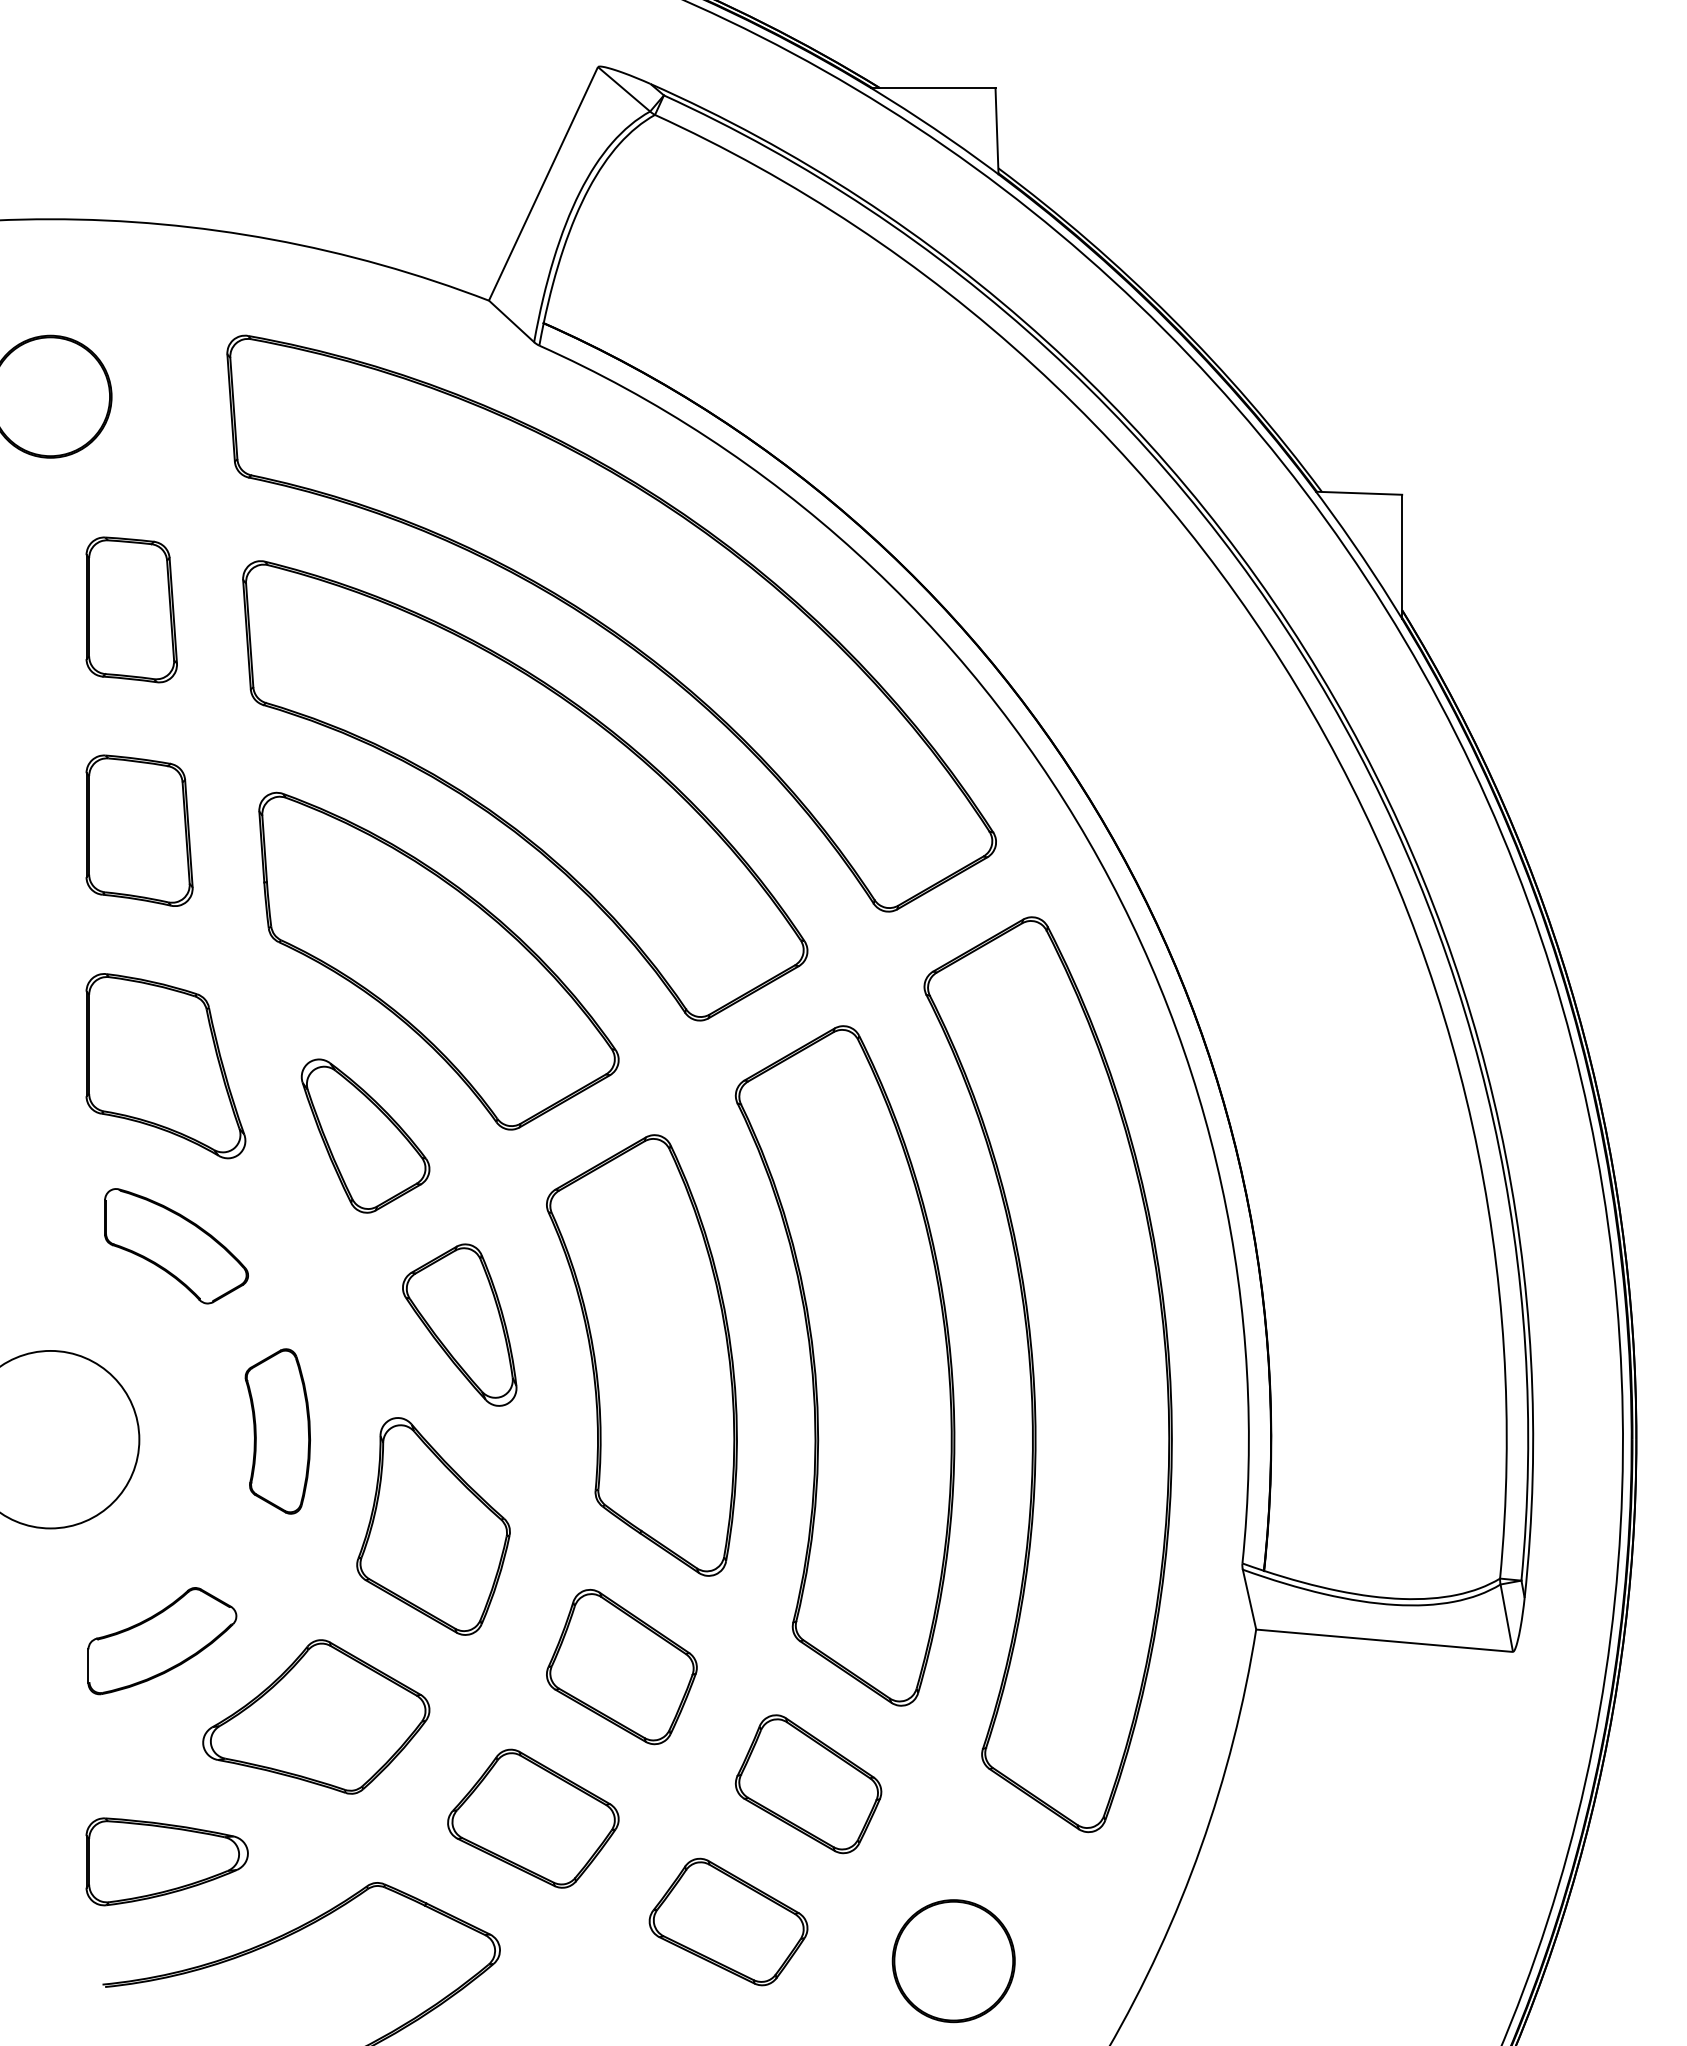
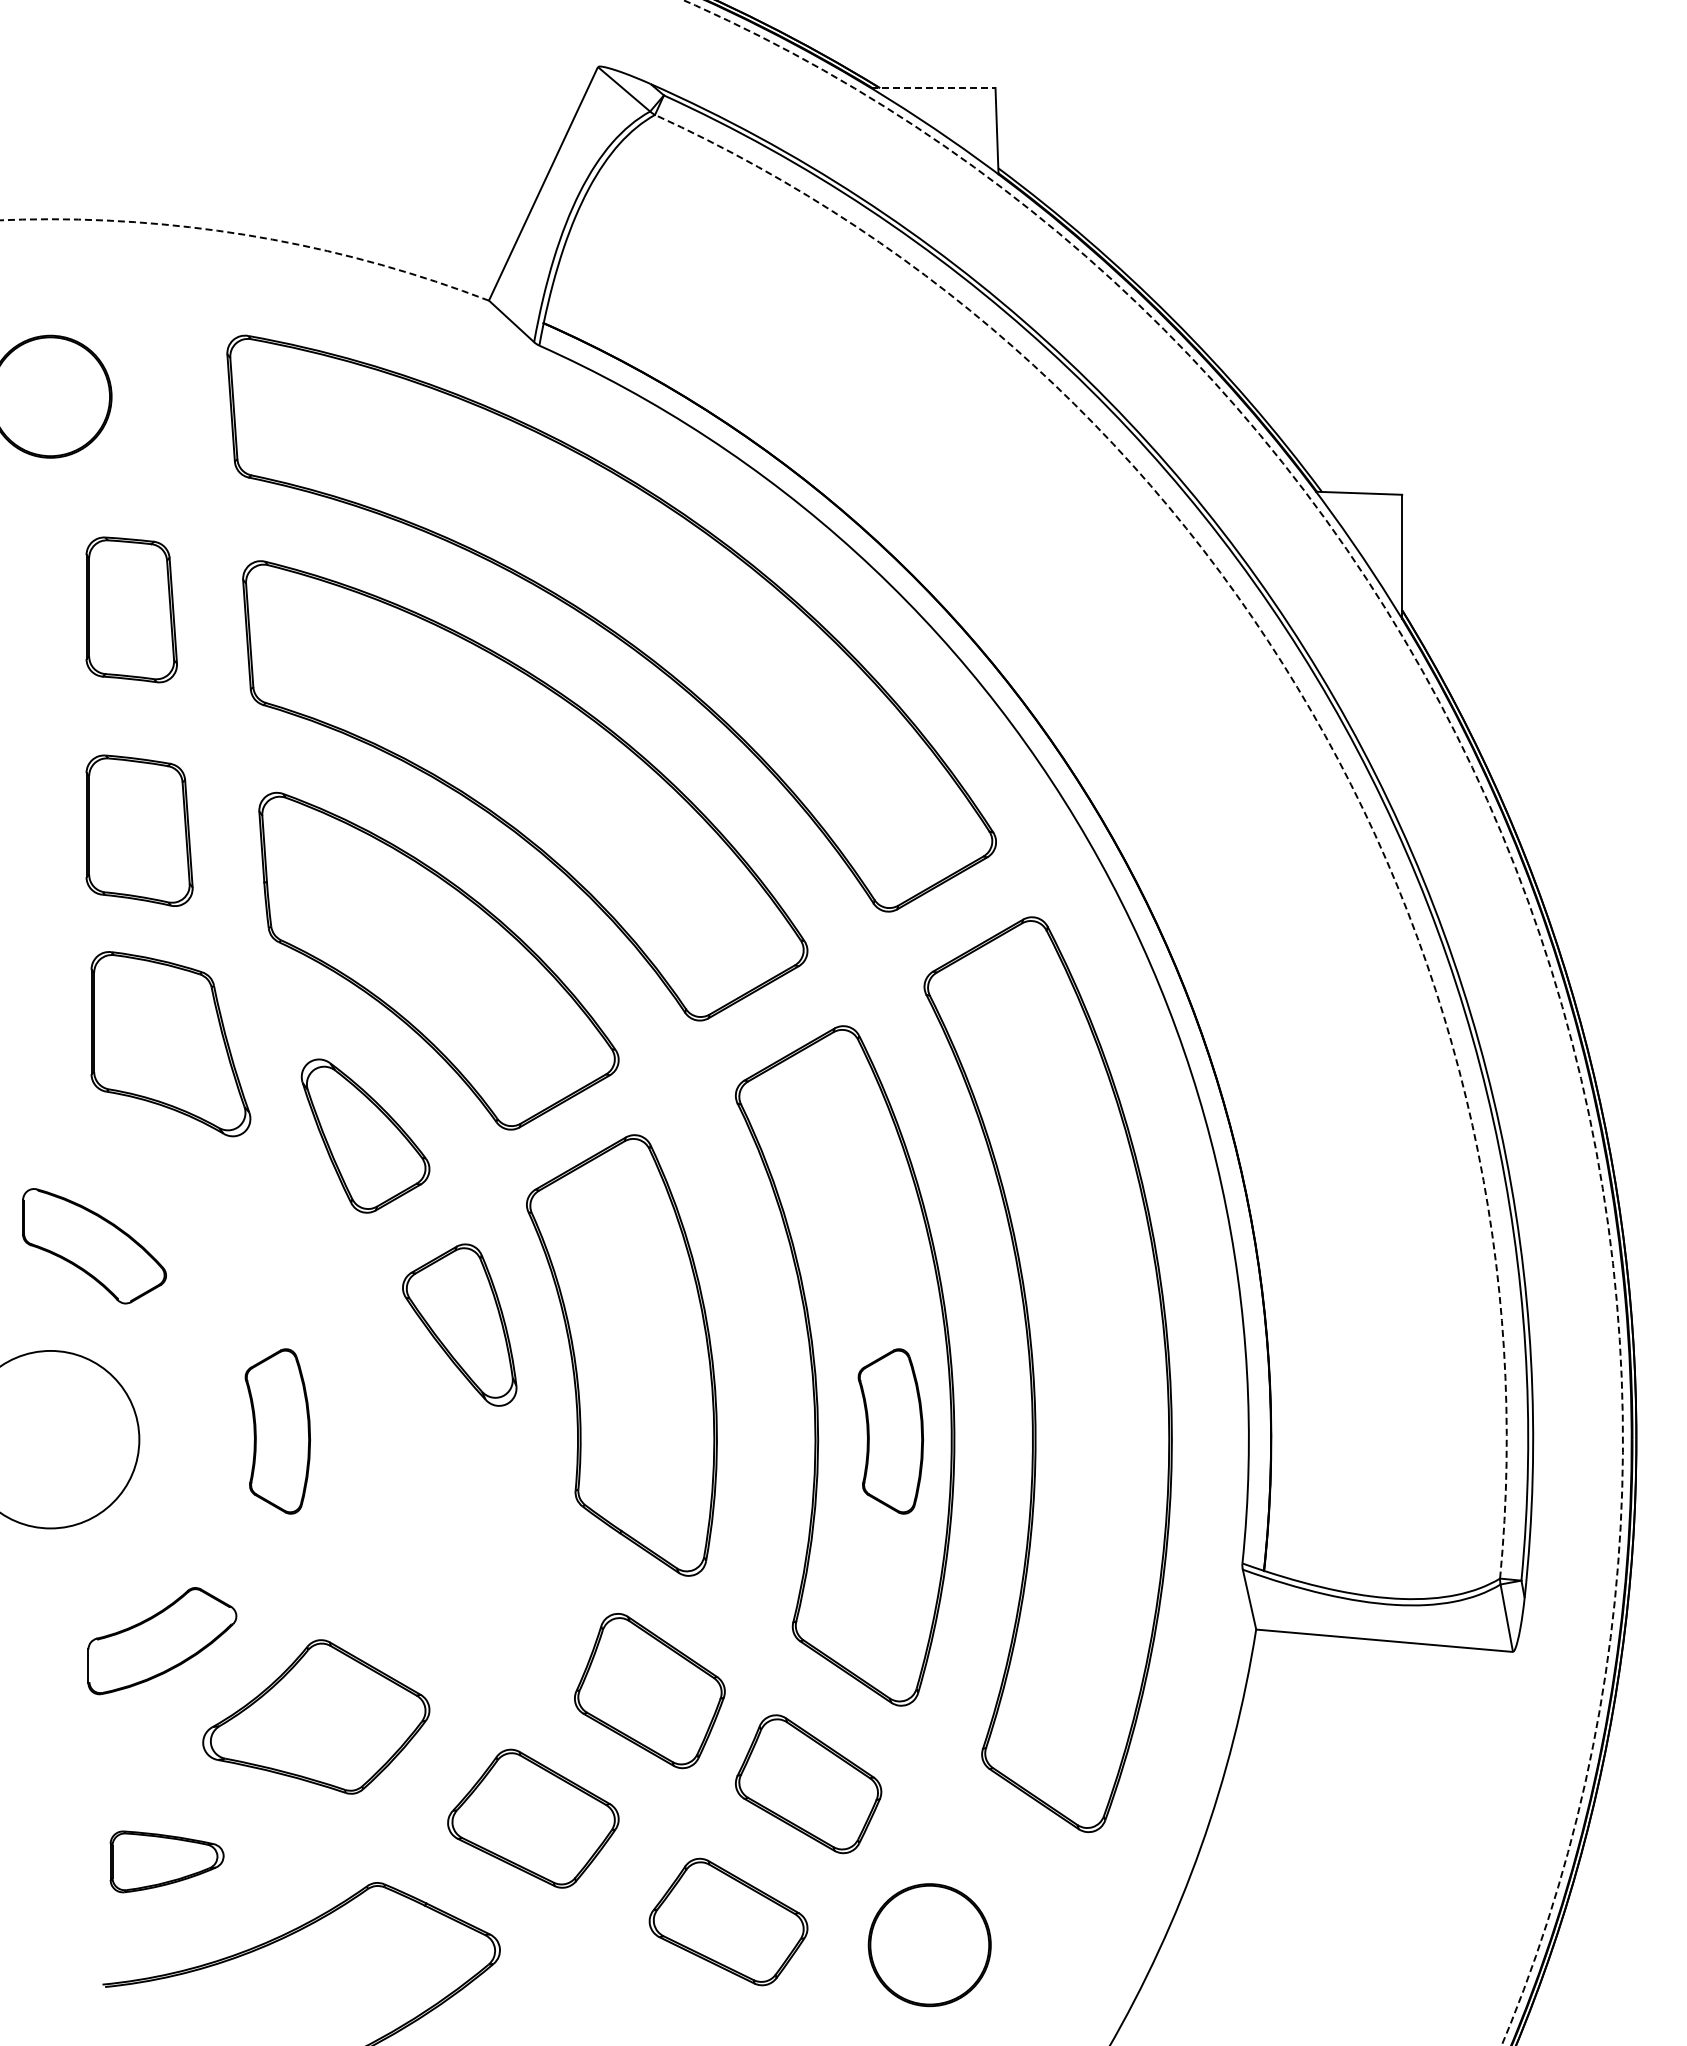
line at (933, 88): solid -> dashed
arc at (250, 235): solid -> dashed
arc at (1311, 711): solid -> dashed
arc at (1511, 856): solid -> dashed
part at (165, 1066) position: (165, 1066) -> (170, 1044)
part at (176, 1246) position: (176, 1246) -> (94, 1246)
part at (641, 1355) position: (641, 1355) -> (621, 1355)
part at (890, 1431): none -> present
part at (433, 1526): present -> none
part at (621, 1667) position: (621, 1667) -> (649, 1691)
part at (166, 1861) size: 164x90 px -> 116x64 px
part at (953, 1961) position: (953, 1961) -> (929, 1945)
